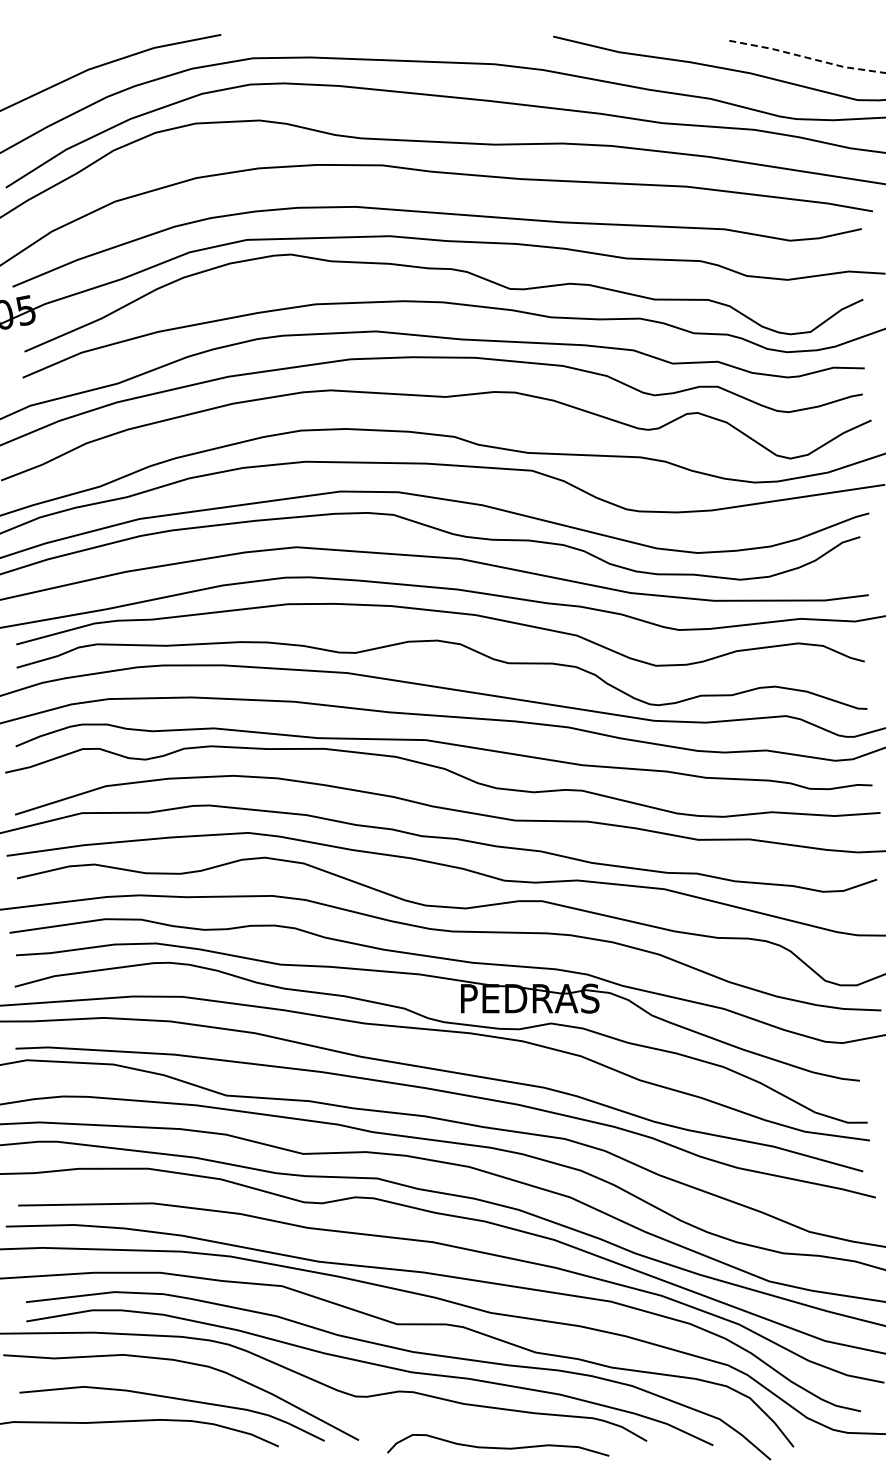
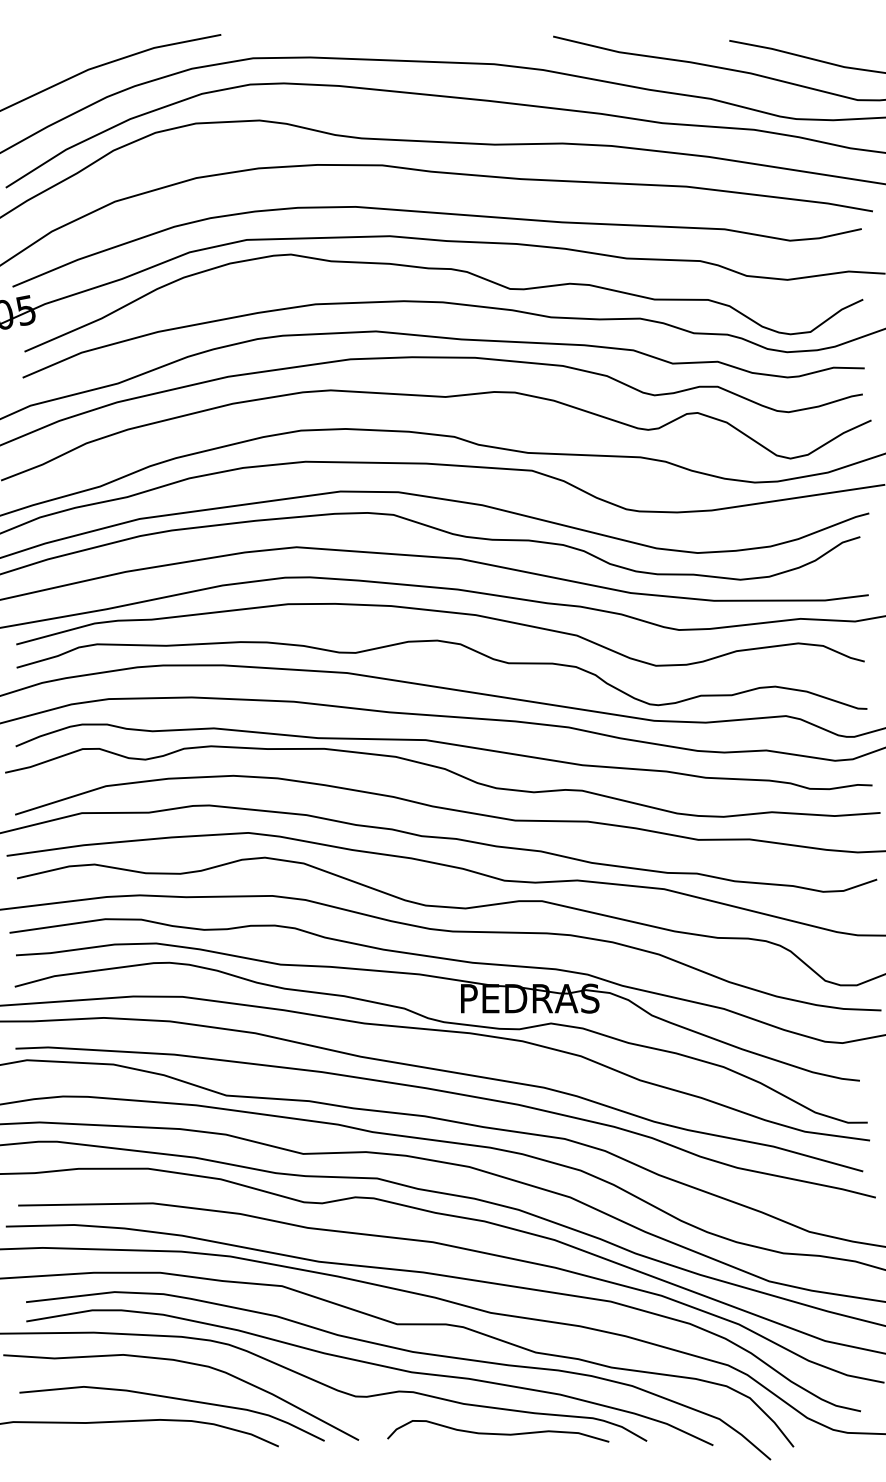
line at (807, 57): dashed -> solid
curve at (498, 1447) position: (498, 1447) -> (498, 1433)
